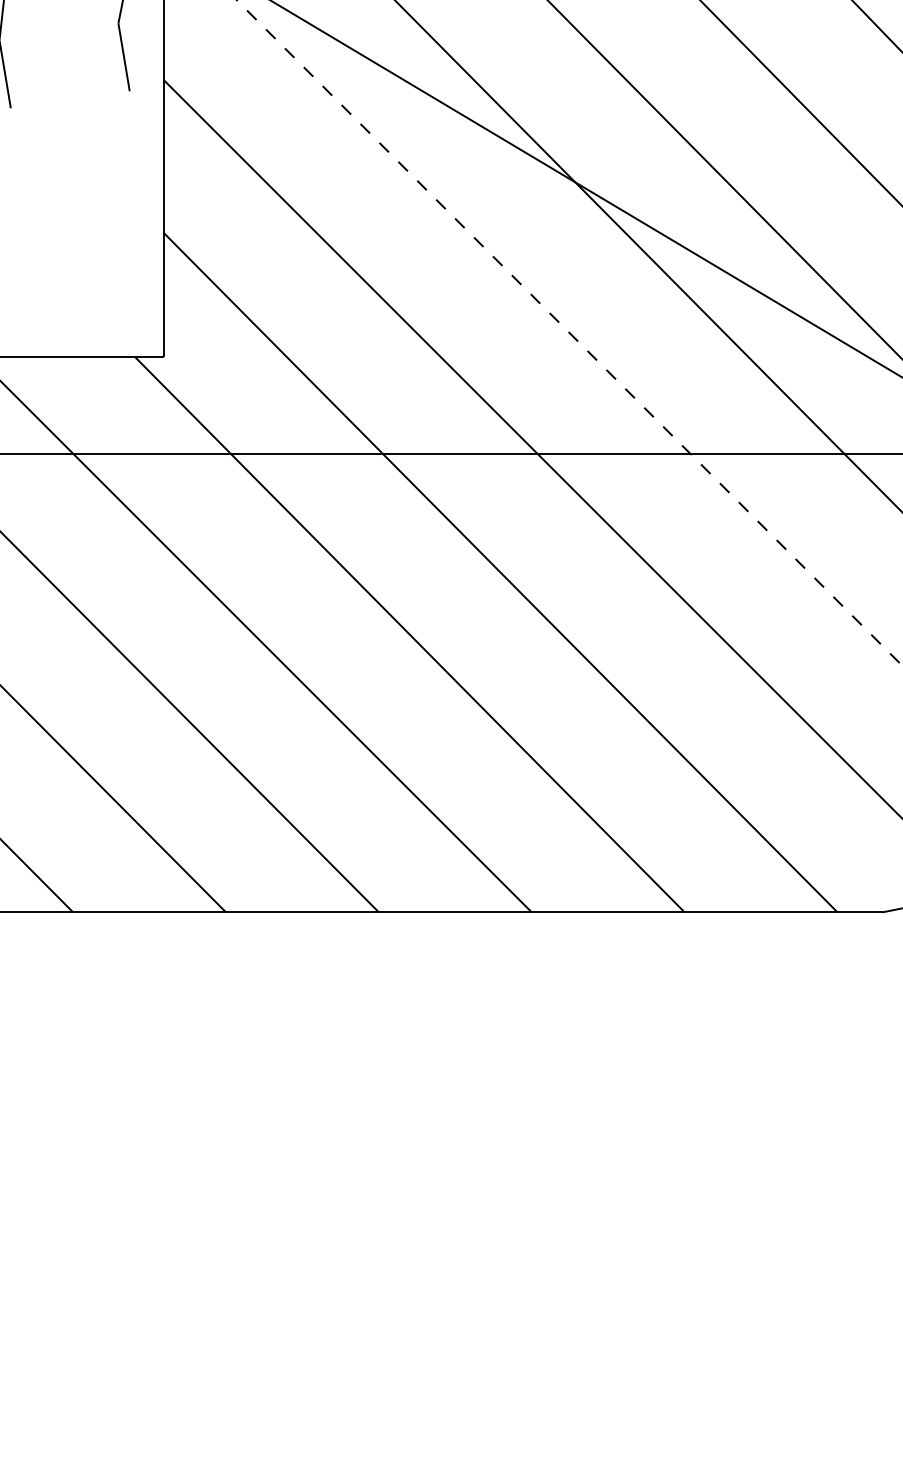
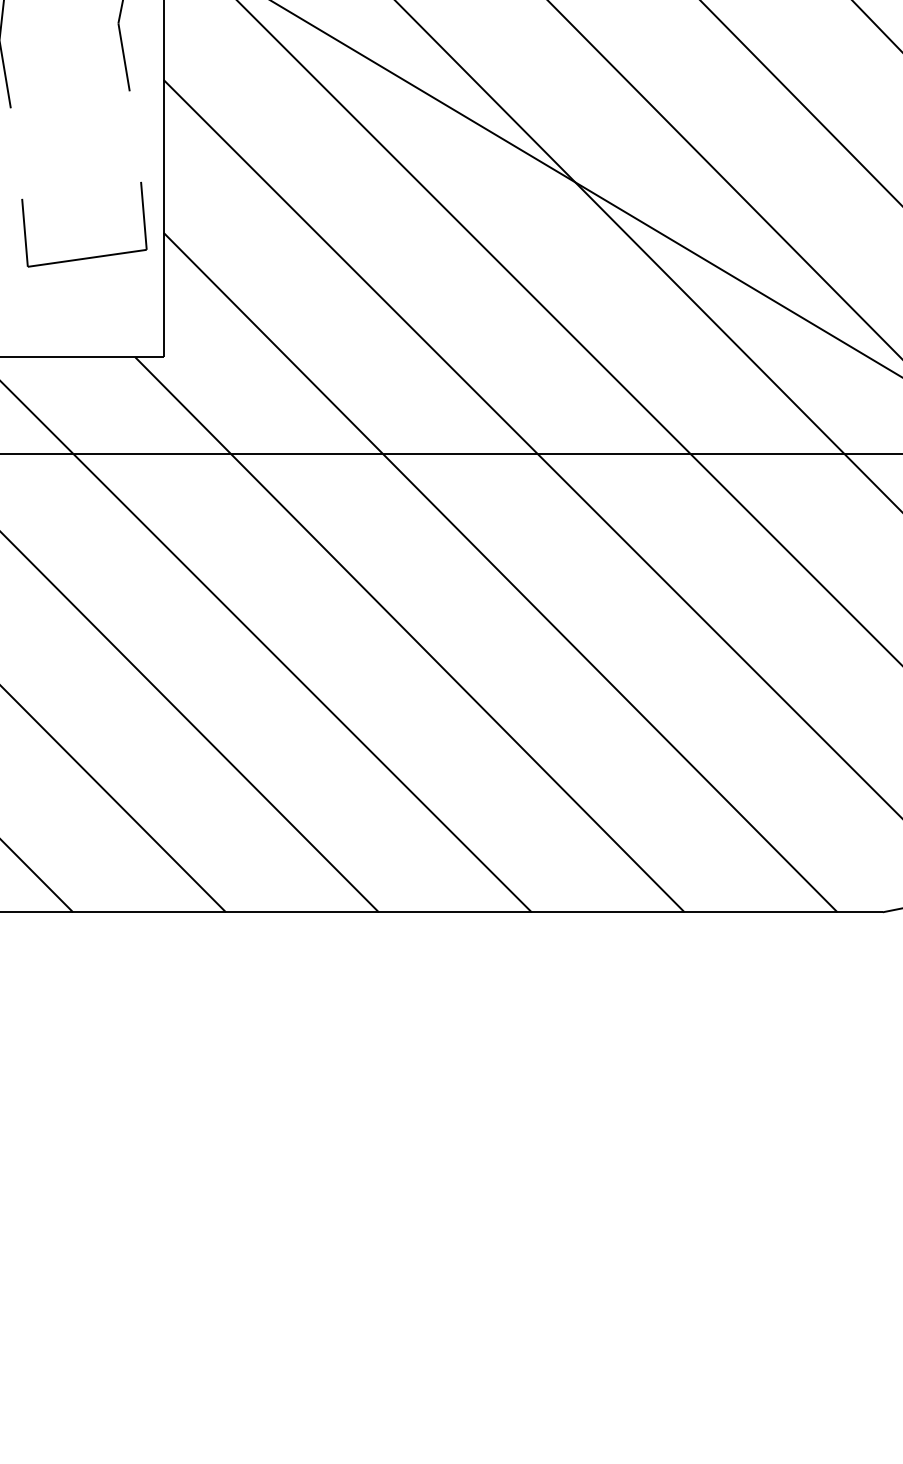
part at (91, 256): none -> present
line at (569, 333): dashed -> solid
